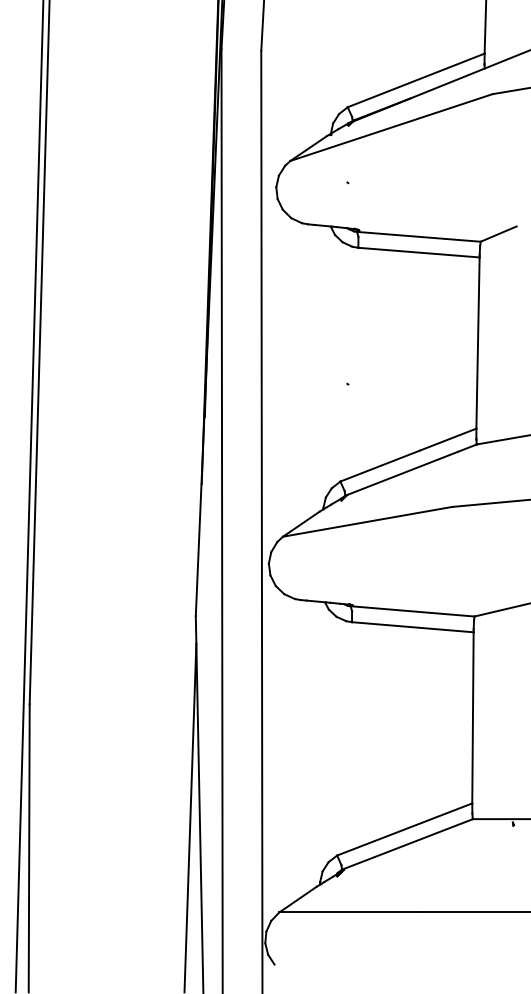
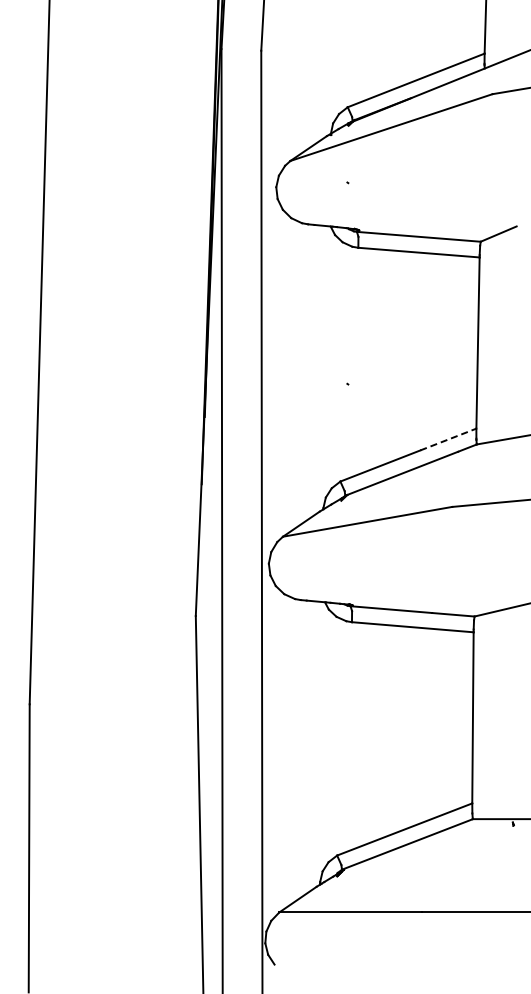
line at (448, 439): solid -> dashed
line at (29, 496): present -> none
line at (190, 816): present -> none
